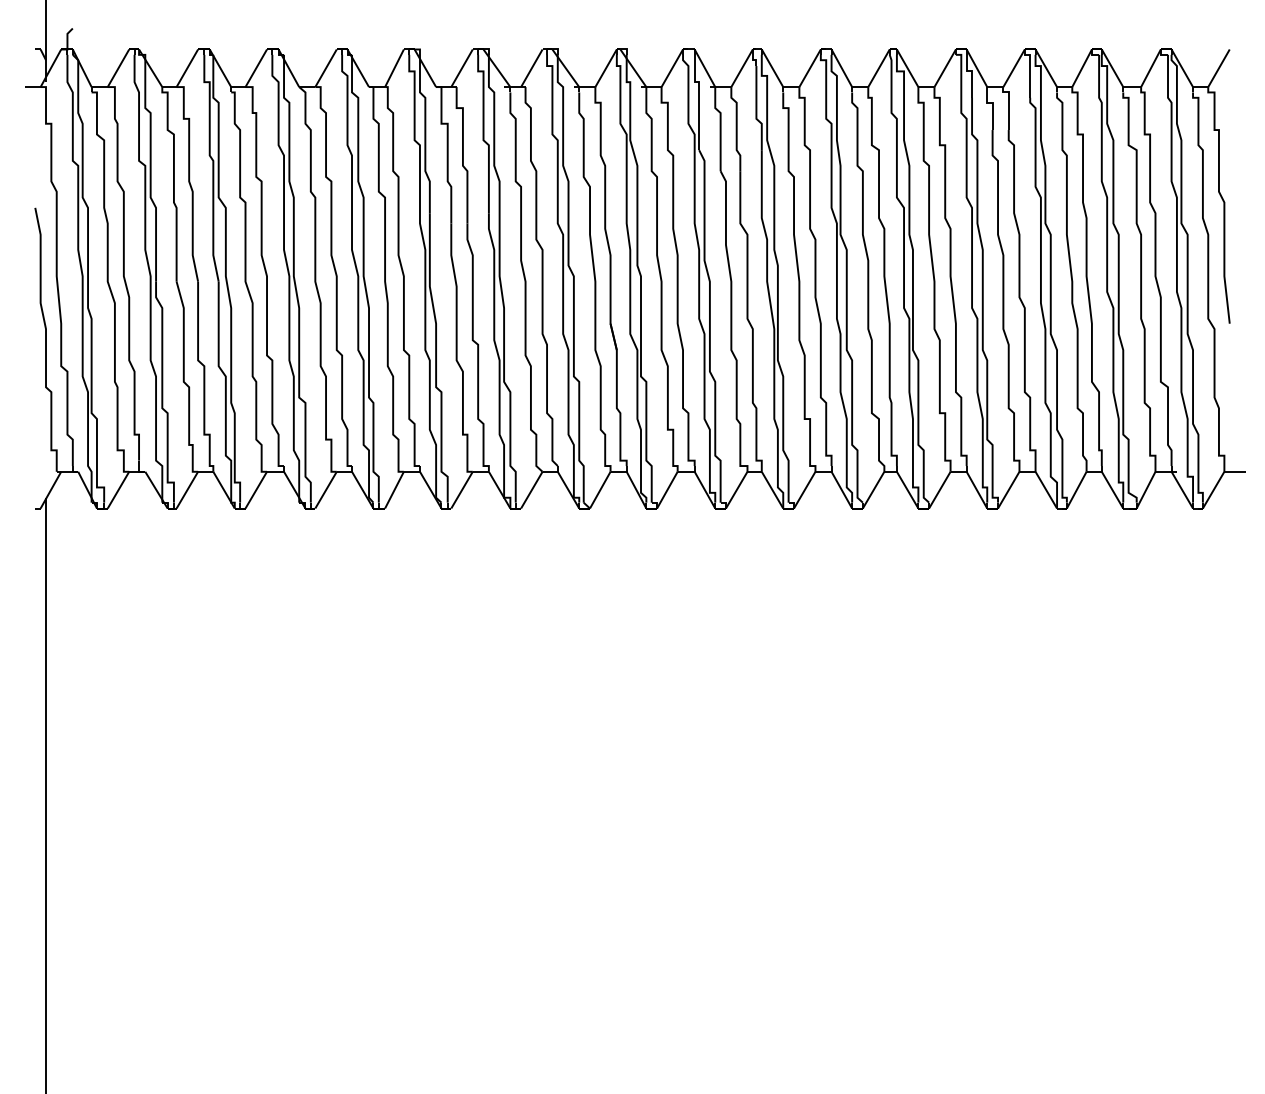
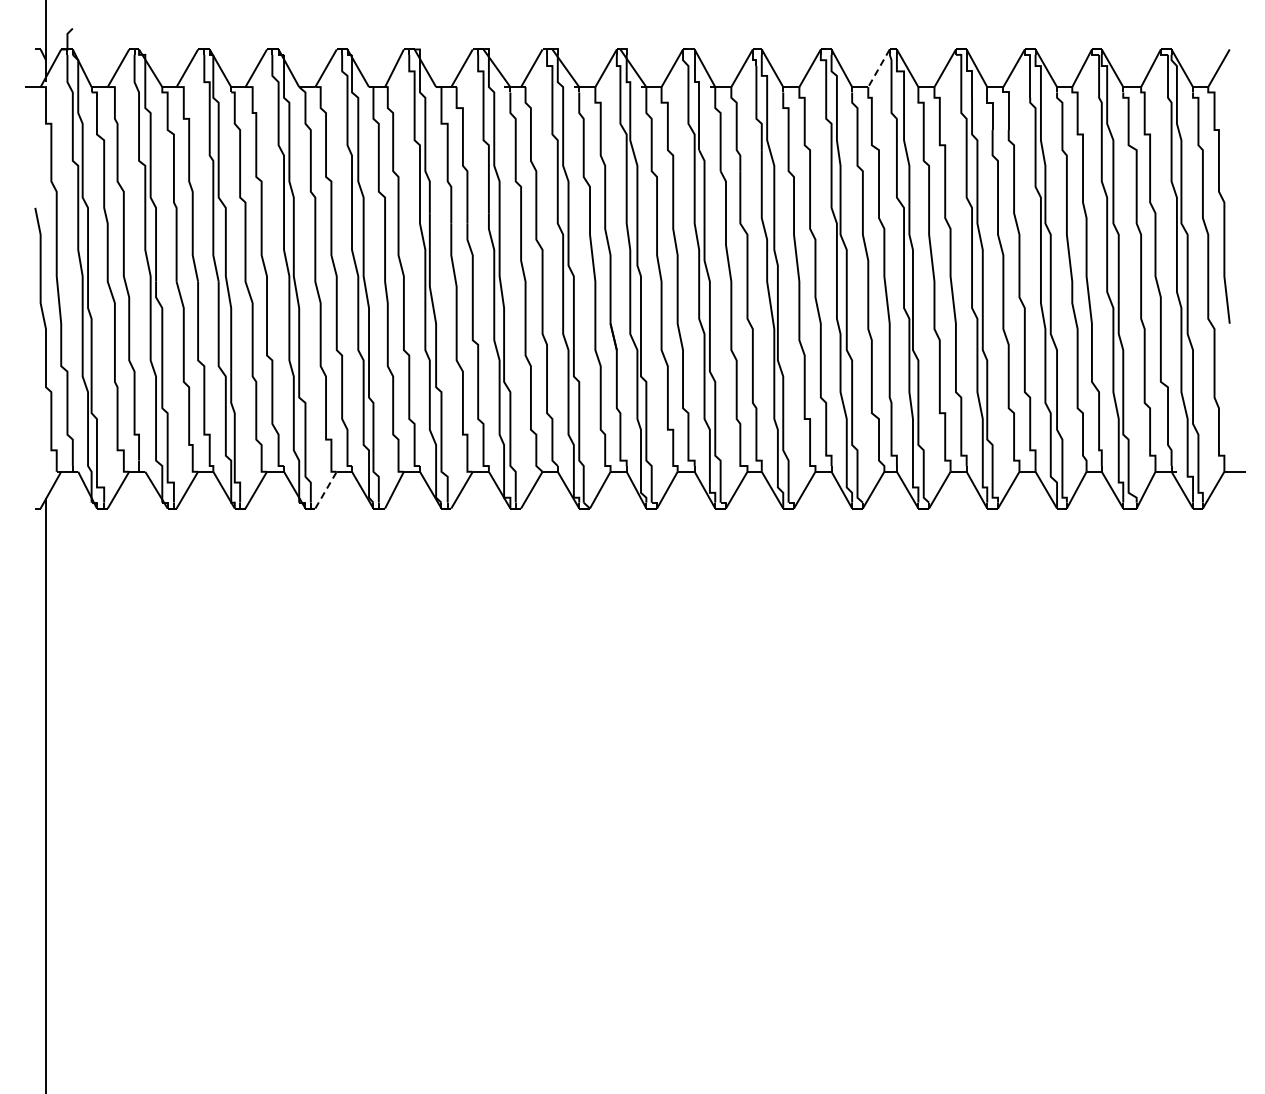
line at (879, 68): solid -> dashed
line at (326, 489): solid -> dashed
